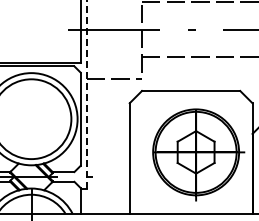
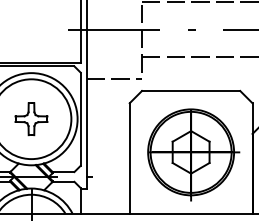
line at (86, 94): dashed -> solid
part at (31, 119): none -> present
part at (198, 154) position: (198, 154) -> (193, 154)
